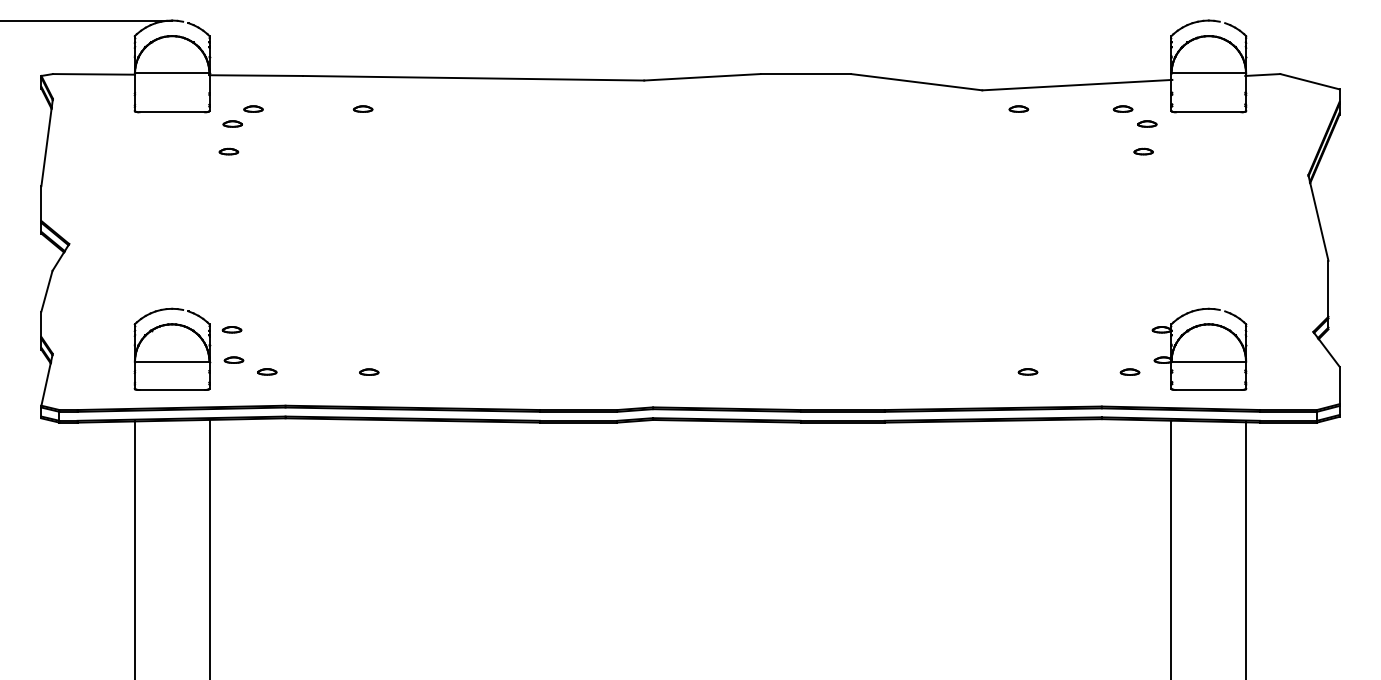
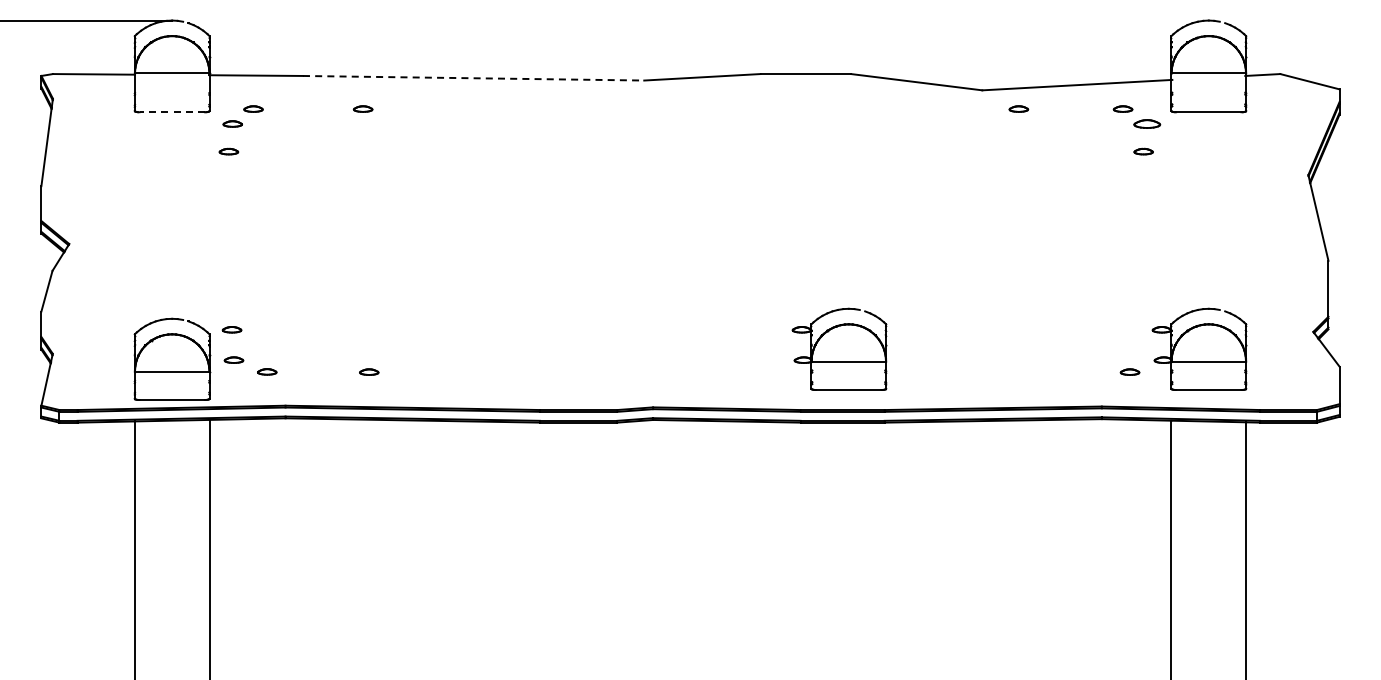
line at (473, 78): solid -> dashed
line at (172, 112): solid -> dashed
part at (1147, 123) size: 21x8 px -> 29x10 px
part at (172, 348) position: (172, 348) -> (172, 358)
part at (839, 348): none -> present
part at (1027, 371): present -> none
